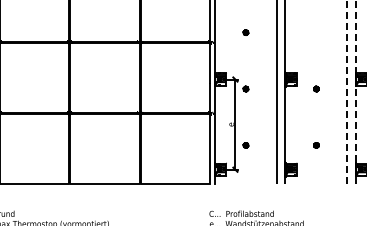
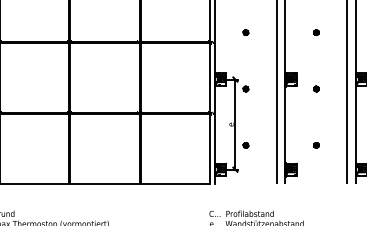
line at (347, 0): dashed -> solid
part at (316, 32): none -> present
